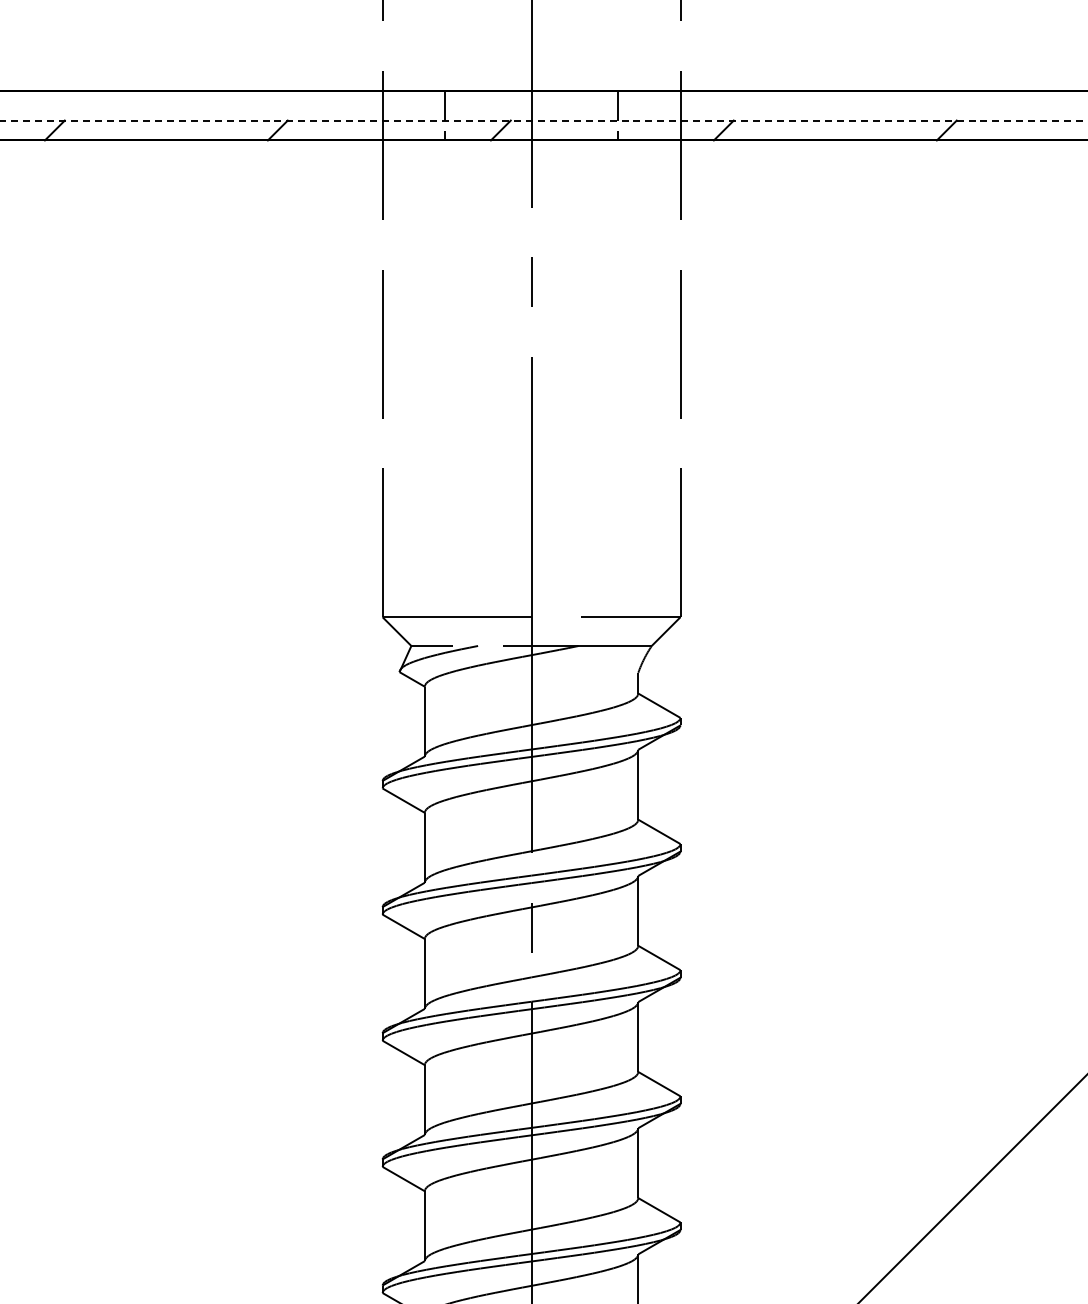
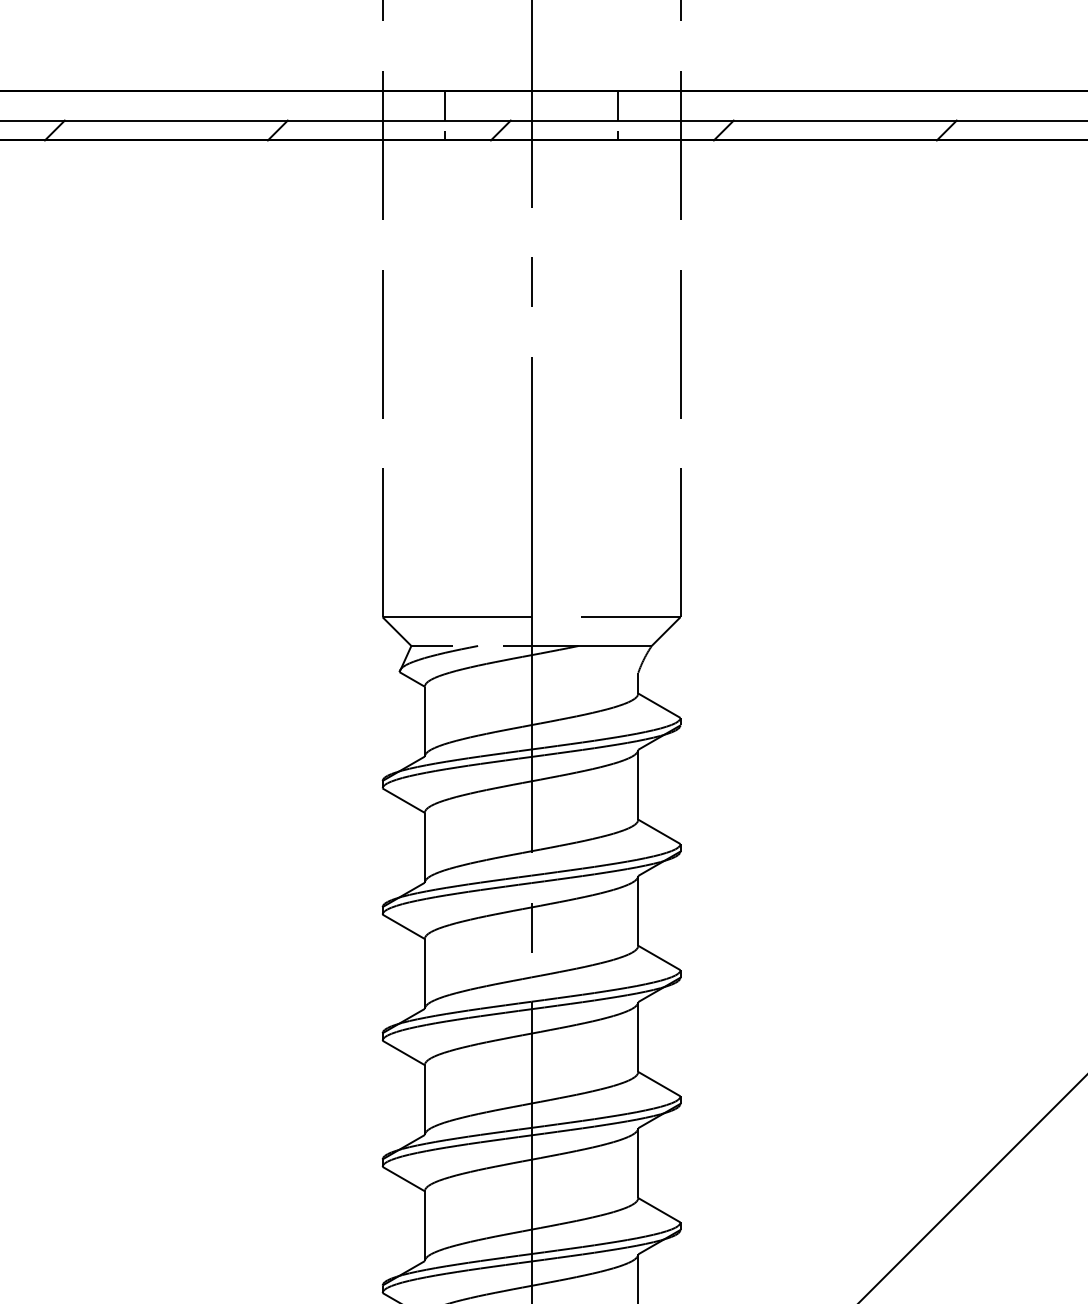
line at (544, 120): dashed -> solid
